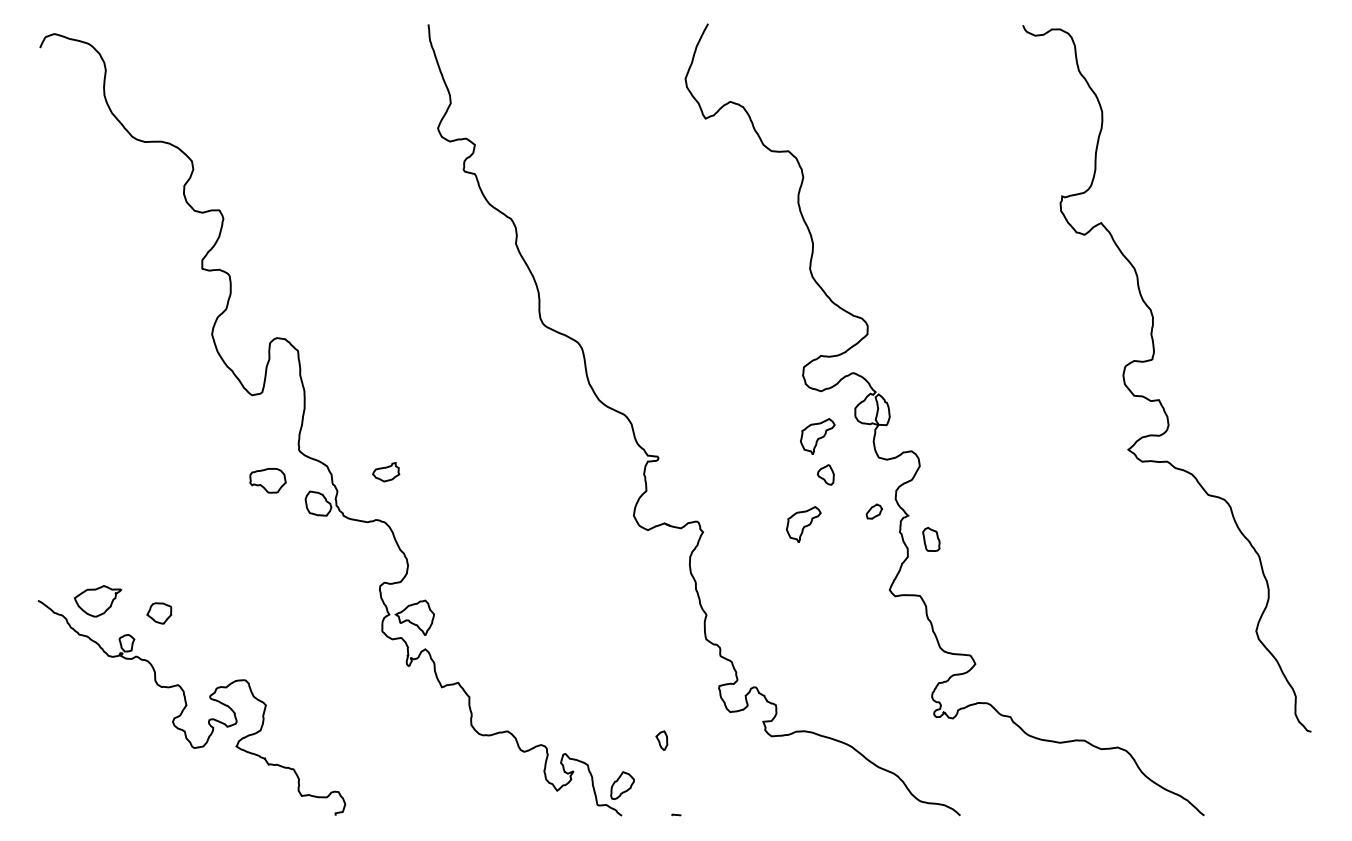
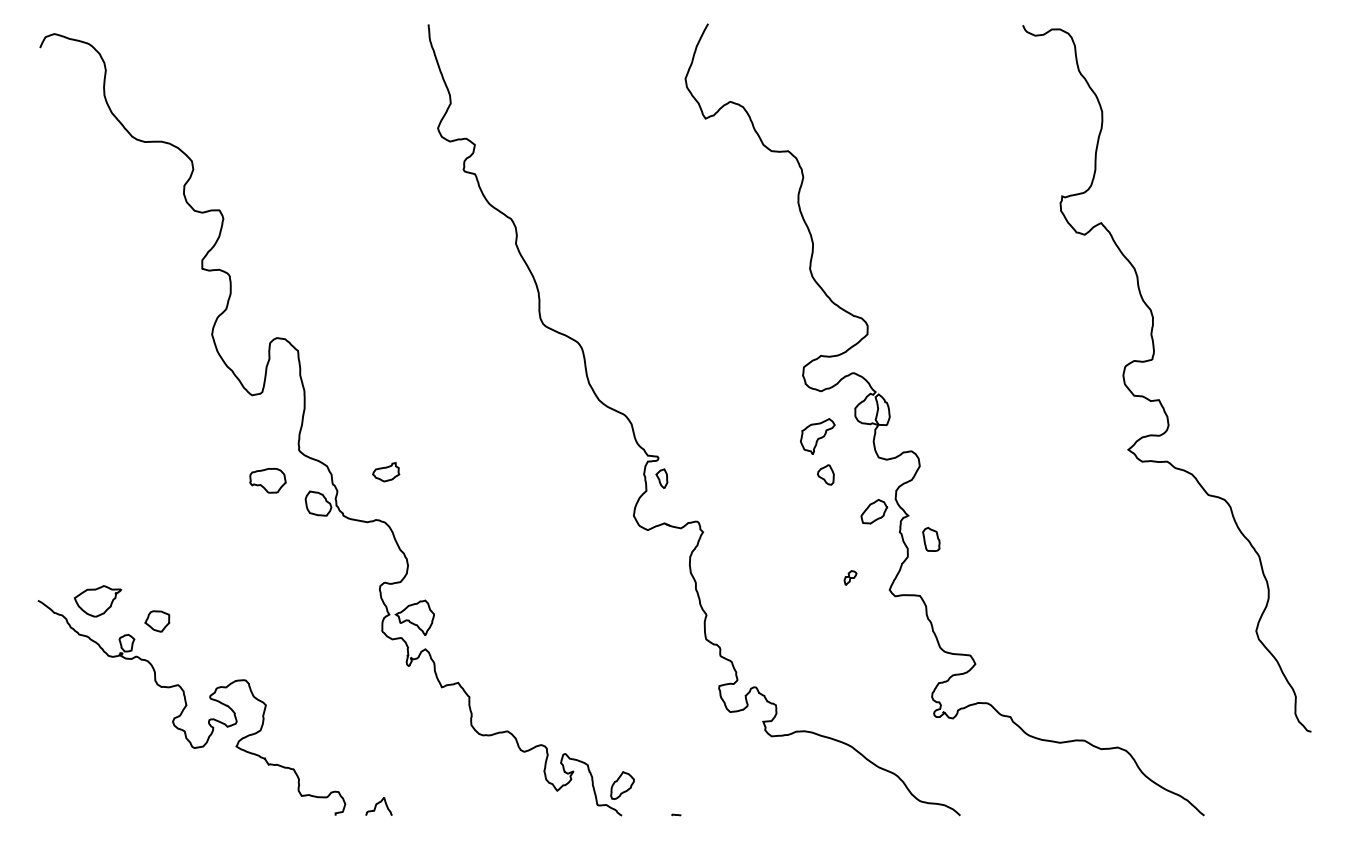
part at (874, 511) size: 19x17 px -> 29x27 px
part at (803, 524): present -> none
part at (850, 577): none -> present
part at (159, 613) position: (159, 613) -> (157, 621)
part at (661, 740) position: (661, 740) -> (661, 478)
curve at (378, 804): none -> present
